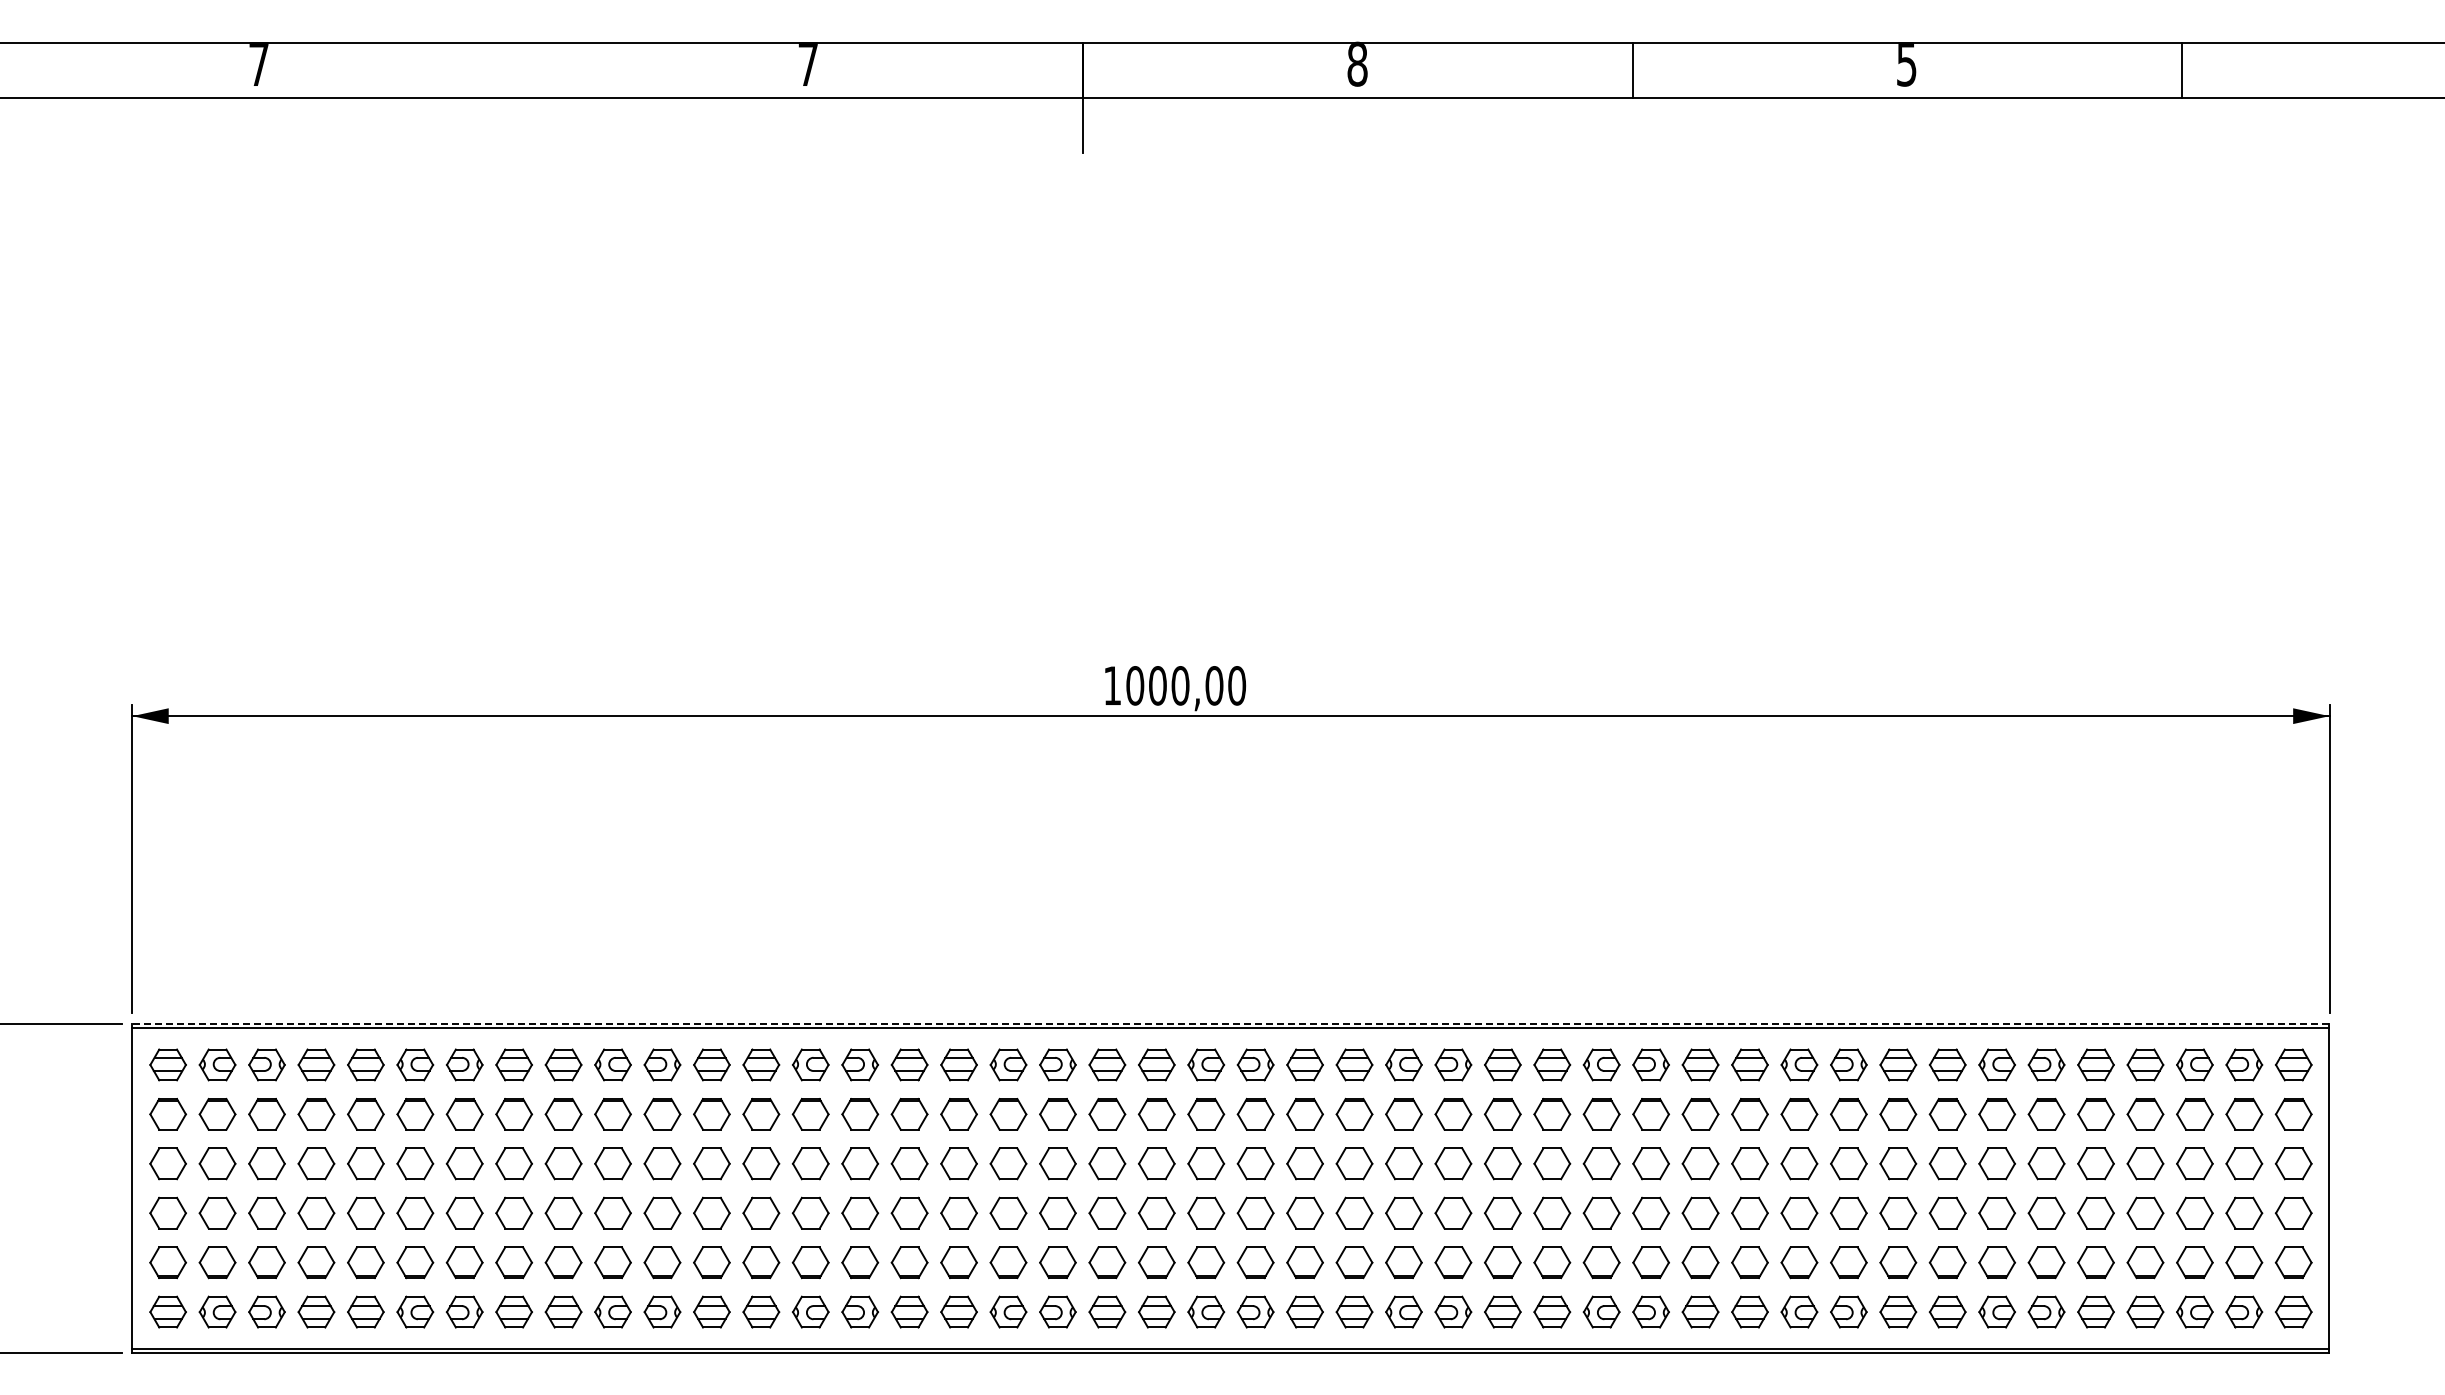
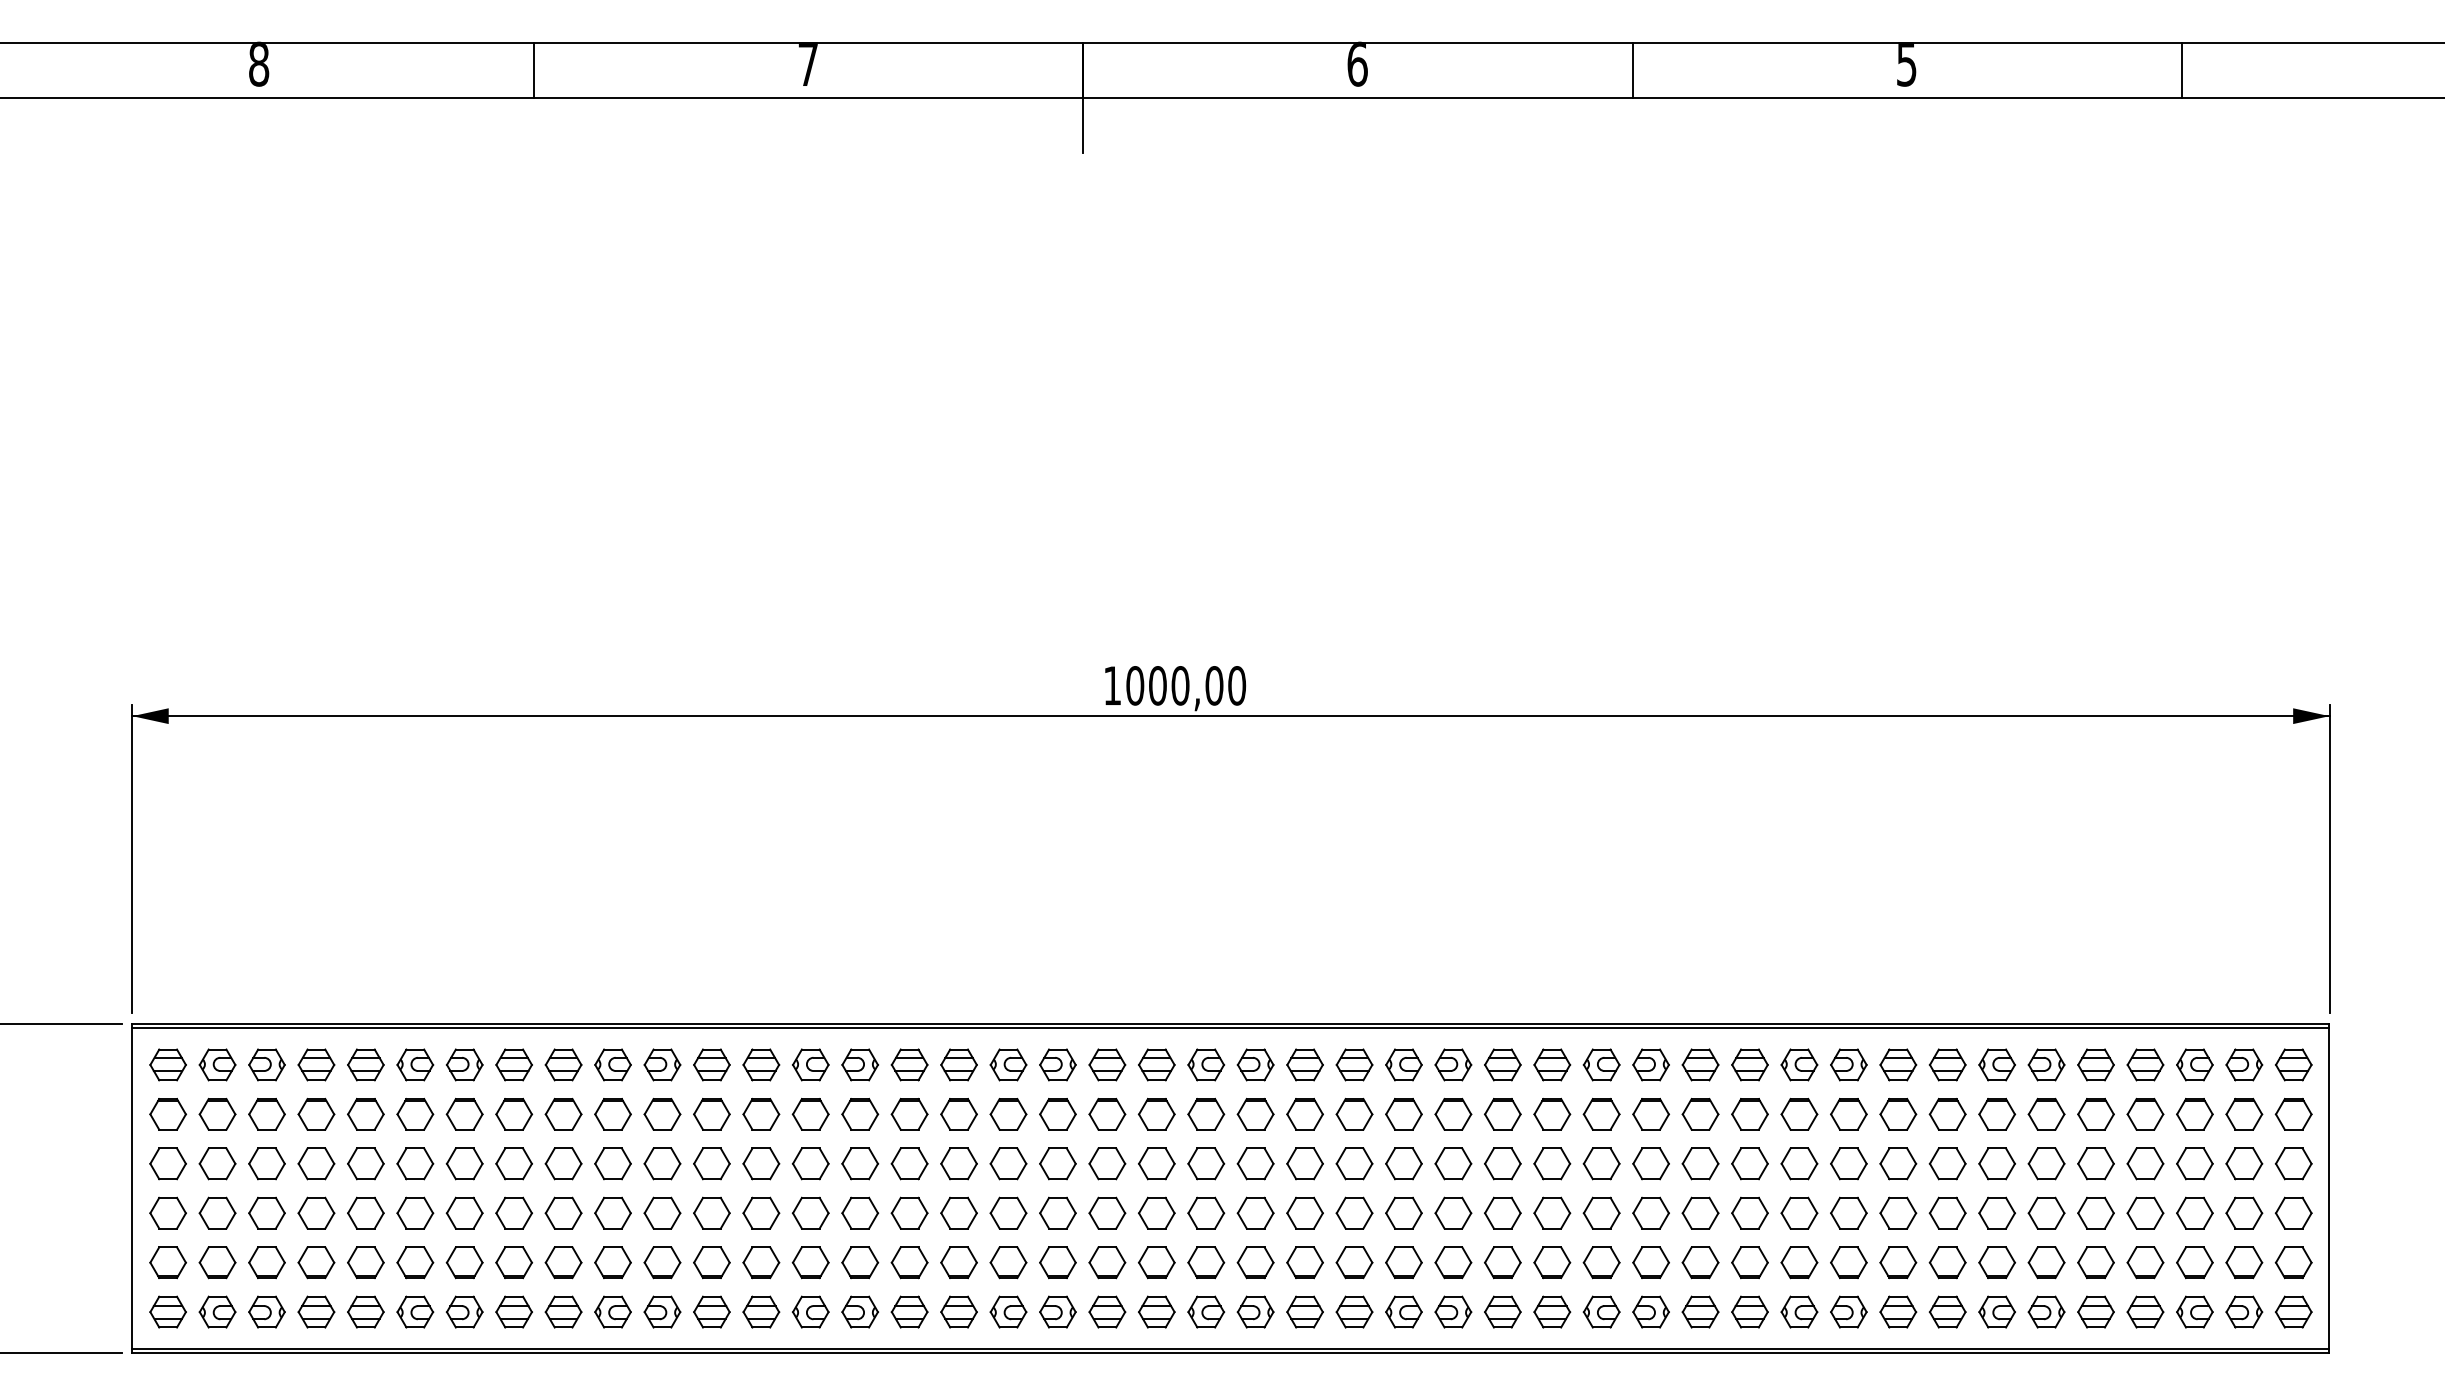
text at (259, 63): 7 -> 8
text at (1357, 63): 8 -> 6
line at (534, 70): none -> present
line at (1230, 1023): dashed -> solid
